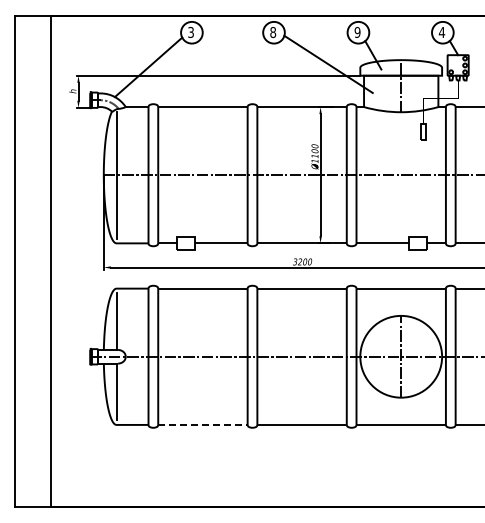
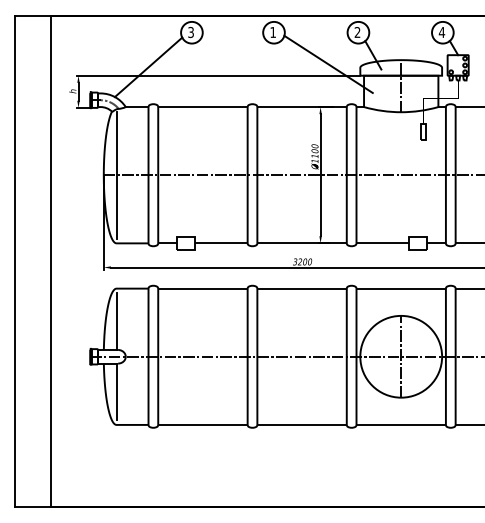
text at (273, 32): 8 -> 1
text at (357, 32): 9 -> 2
line at (202, 424): dashed -> solid
